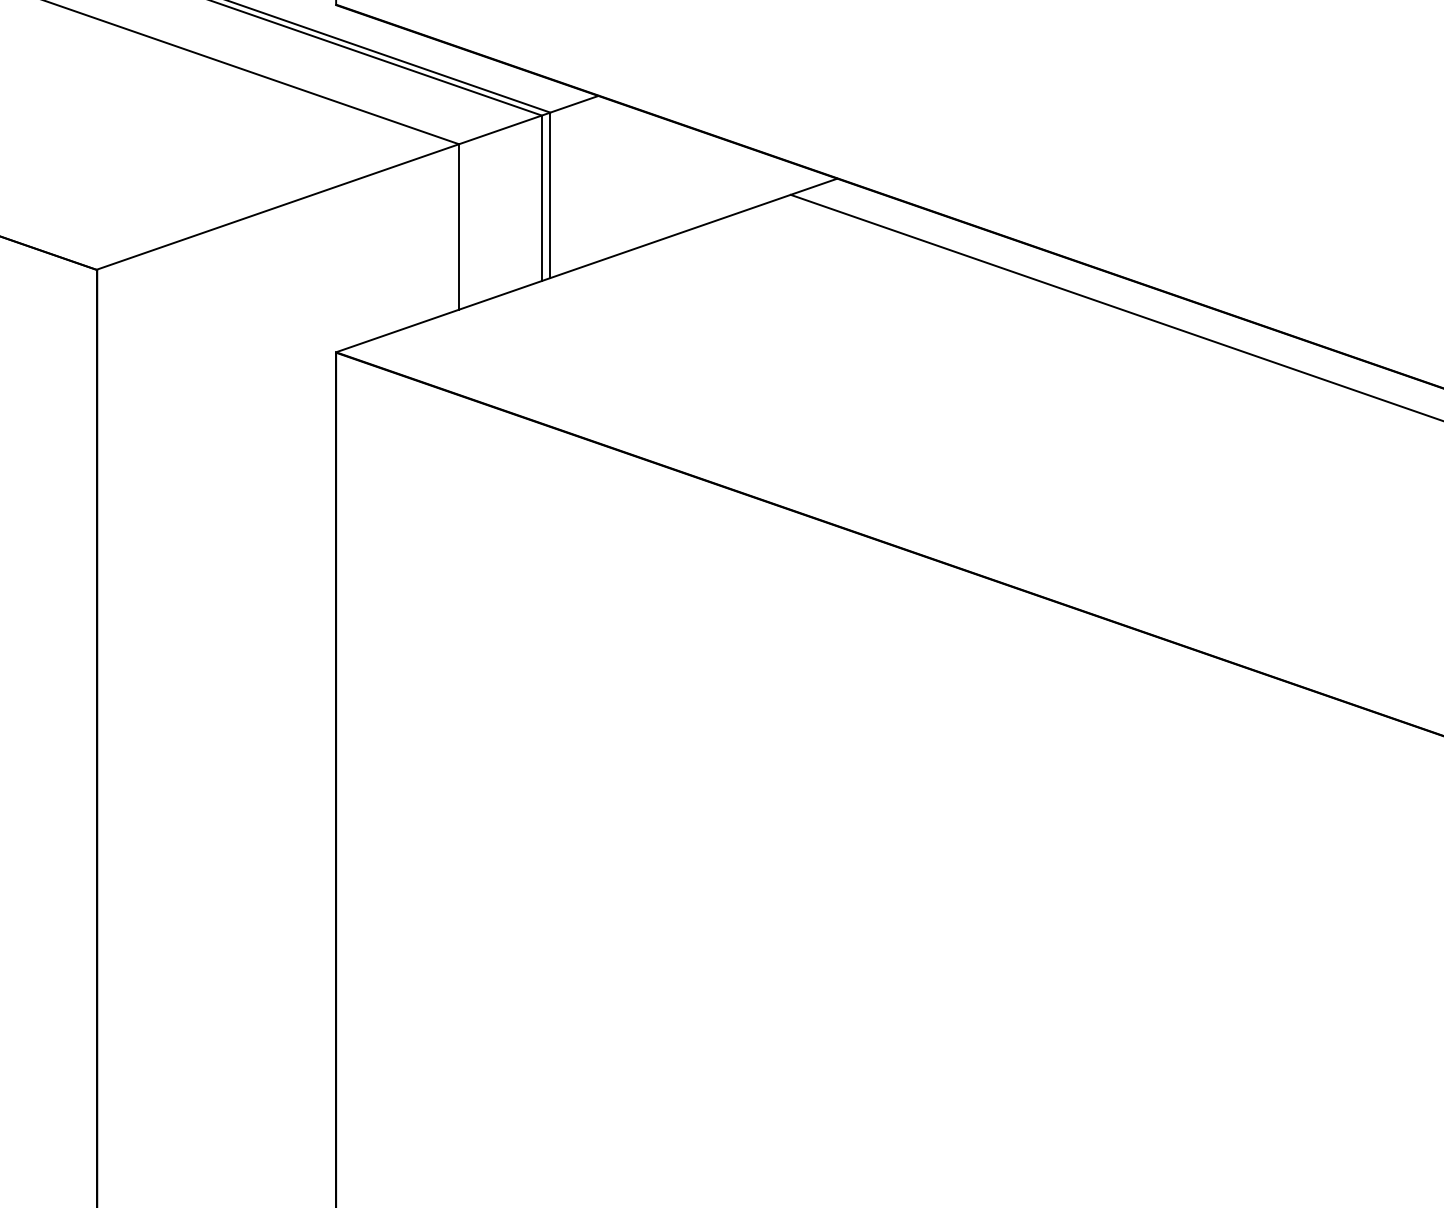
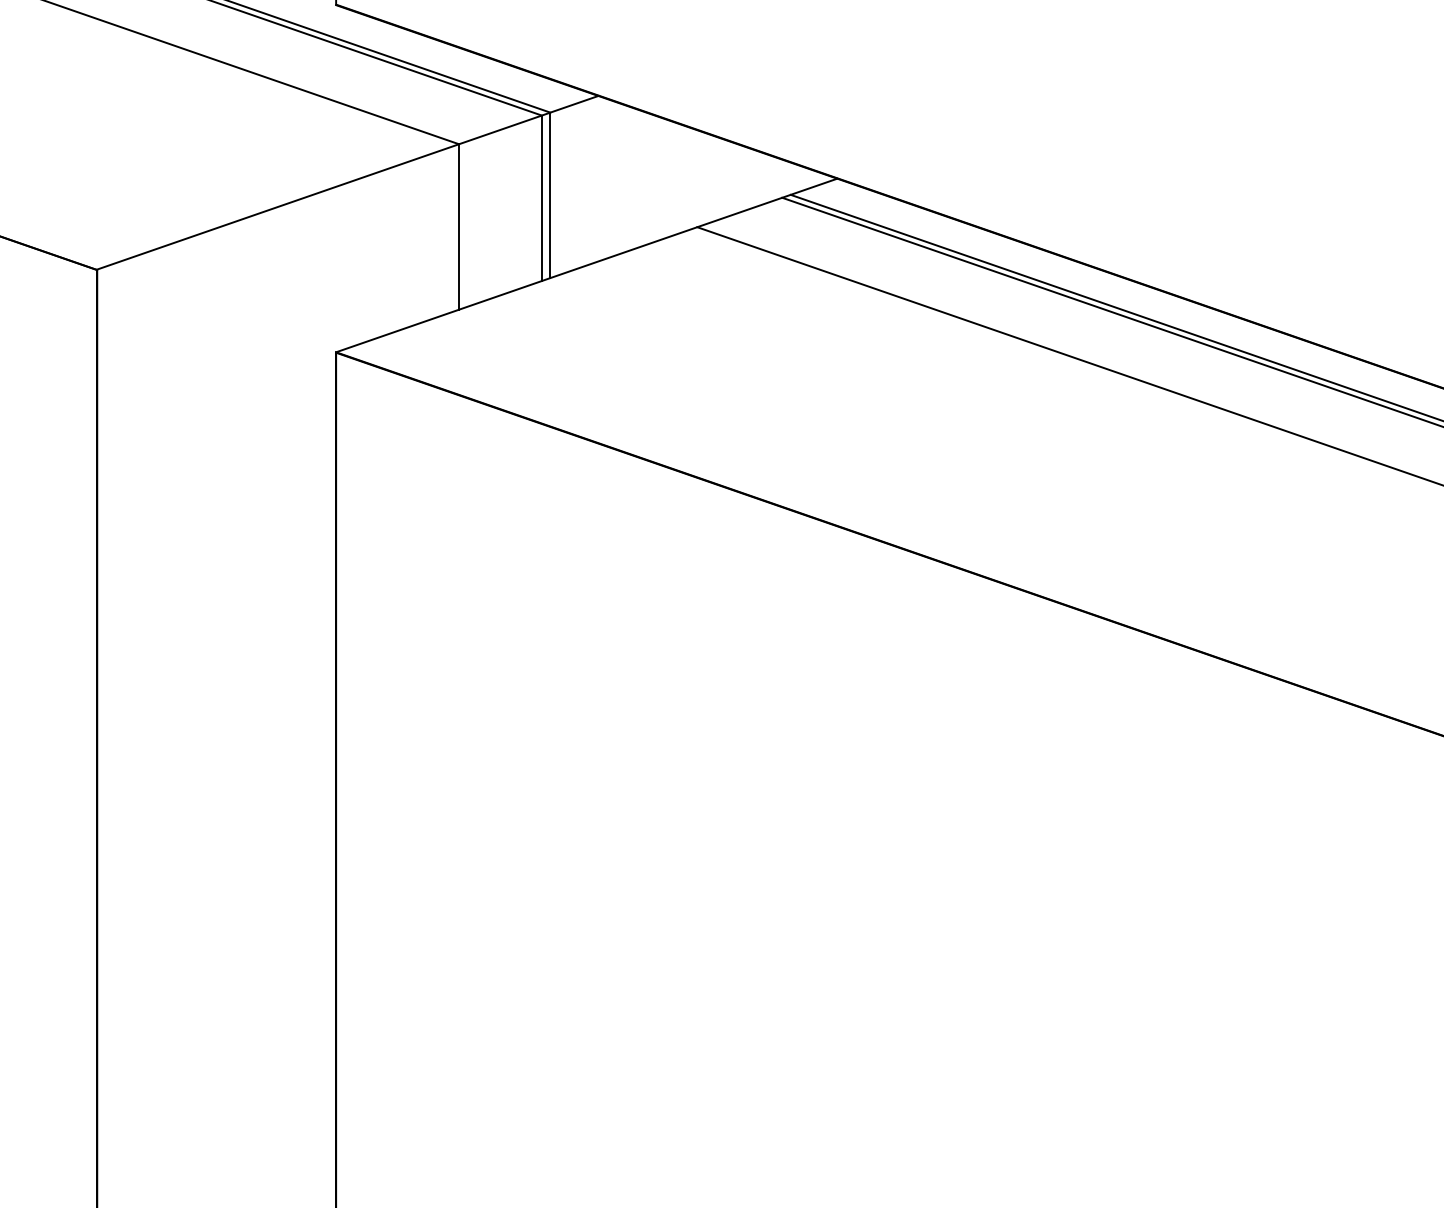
line at (1111, 311): none -> present
line at (1068, 355): none -> present
